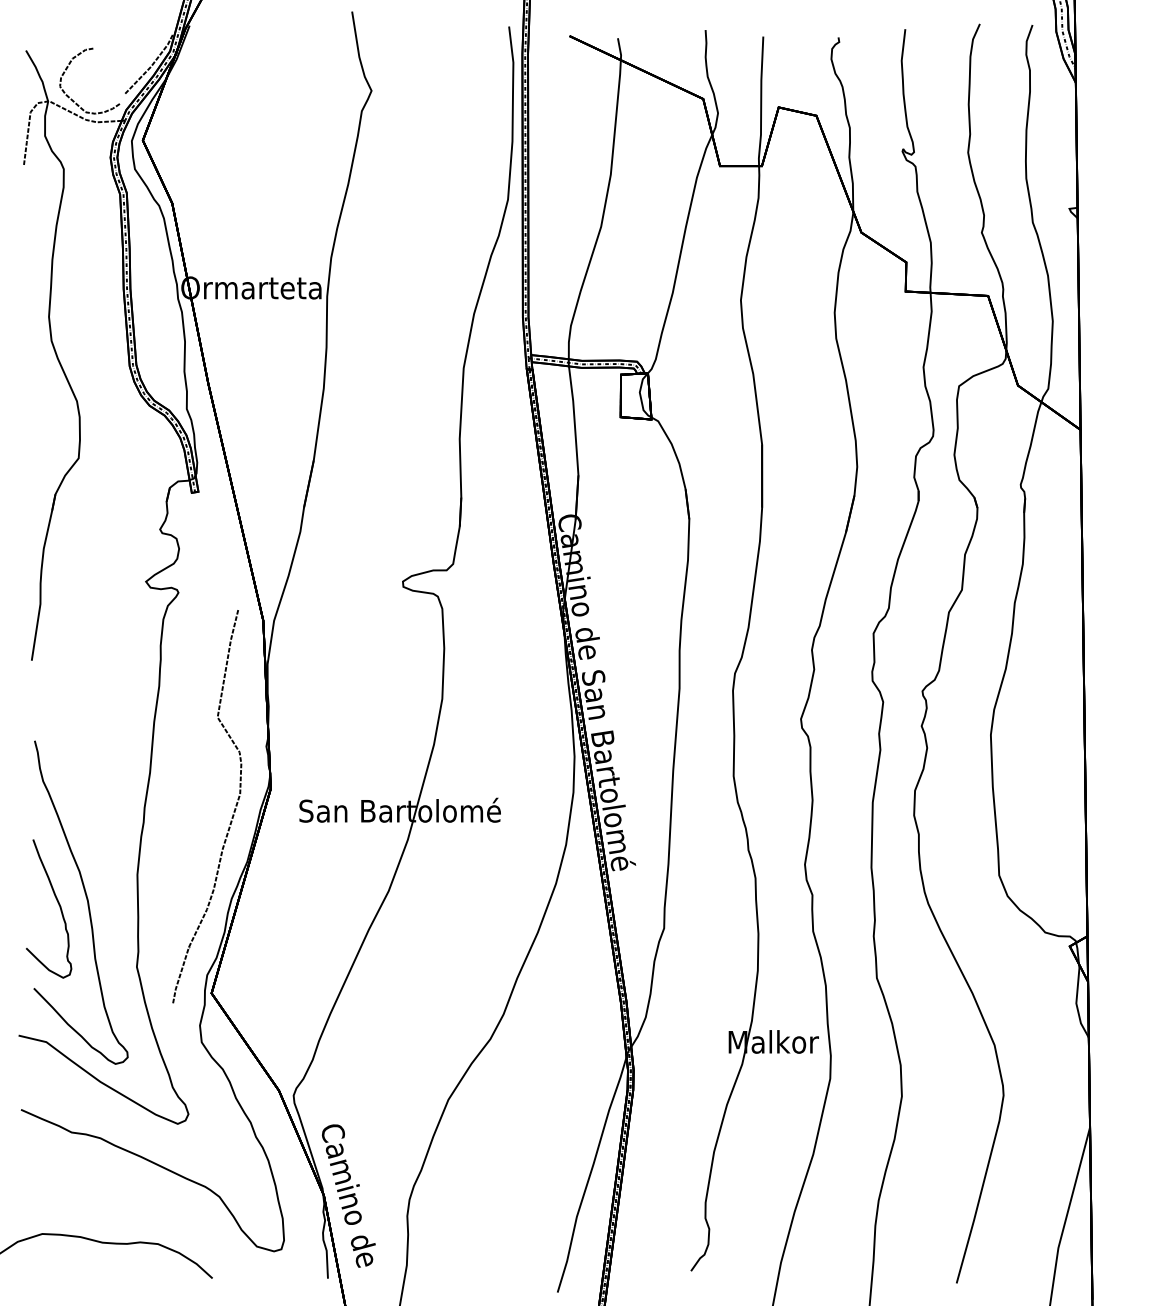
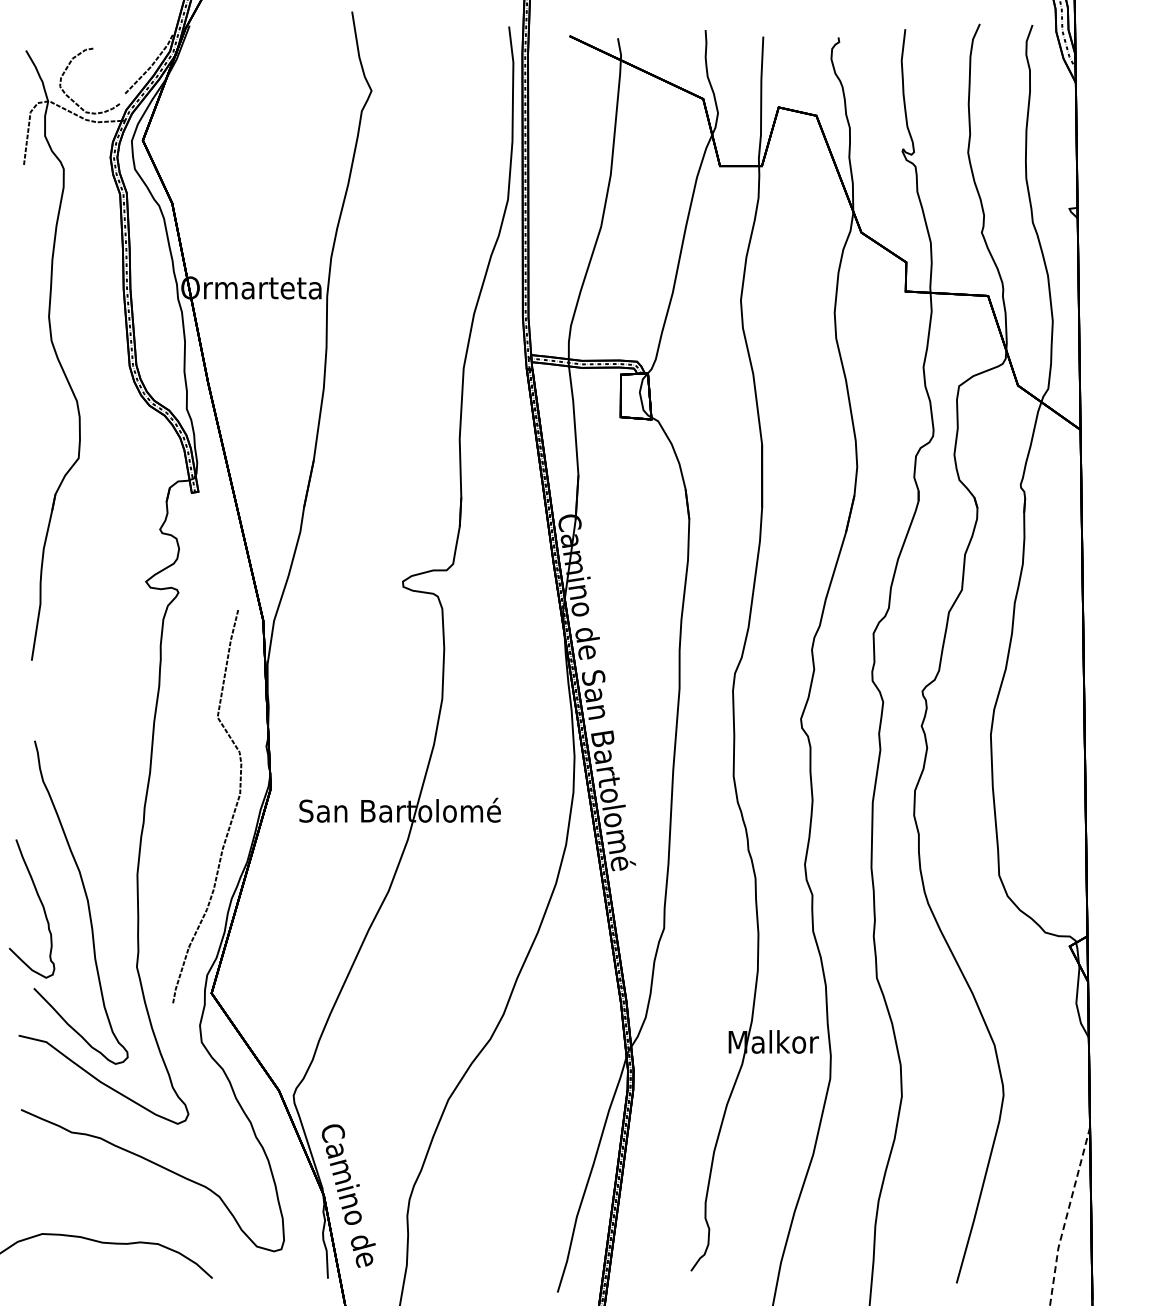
curve at (58, 905) position: (58, 905) -> (41, 905)
line at (1066, 1216): solid -> dashed
